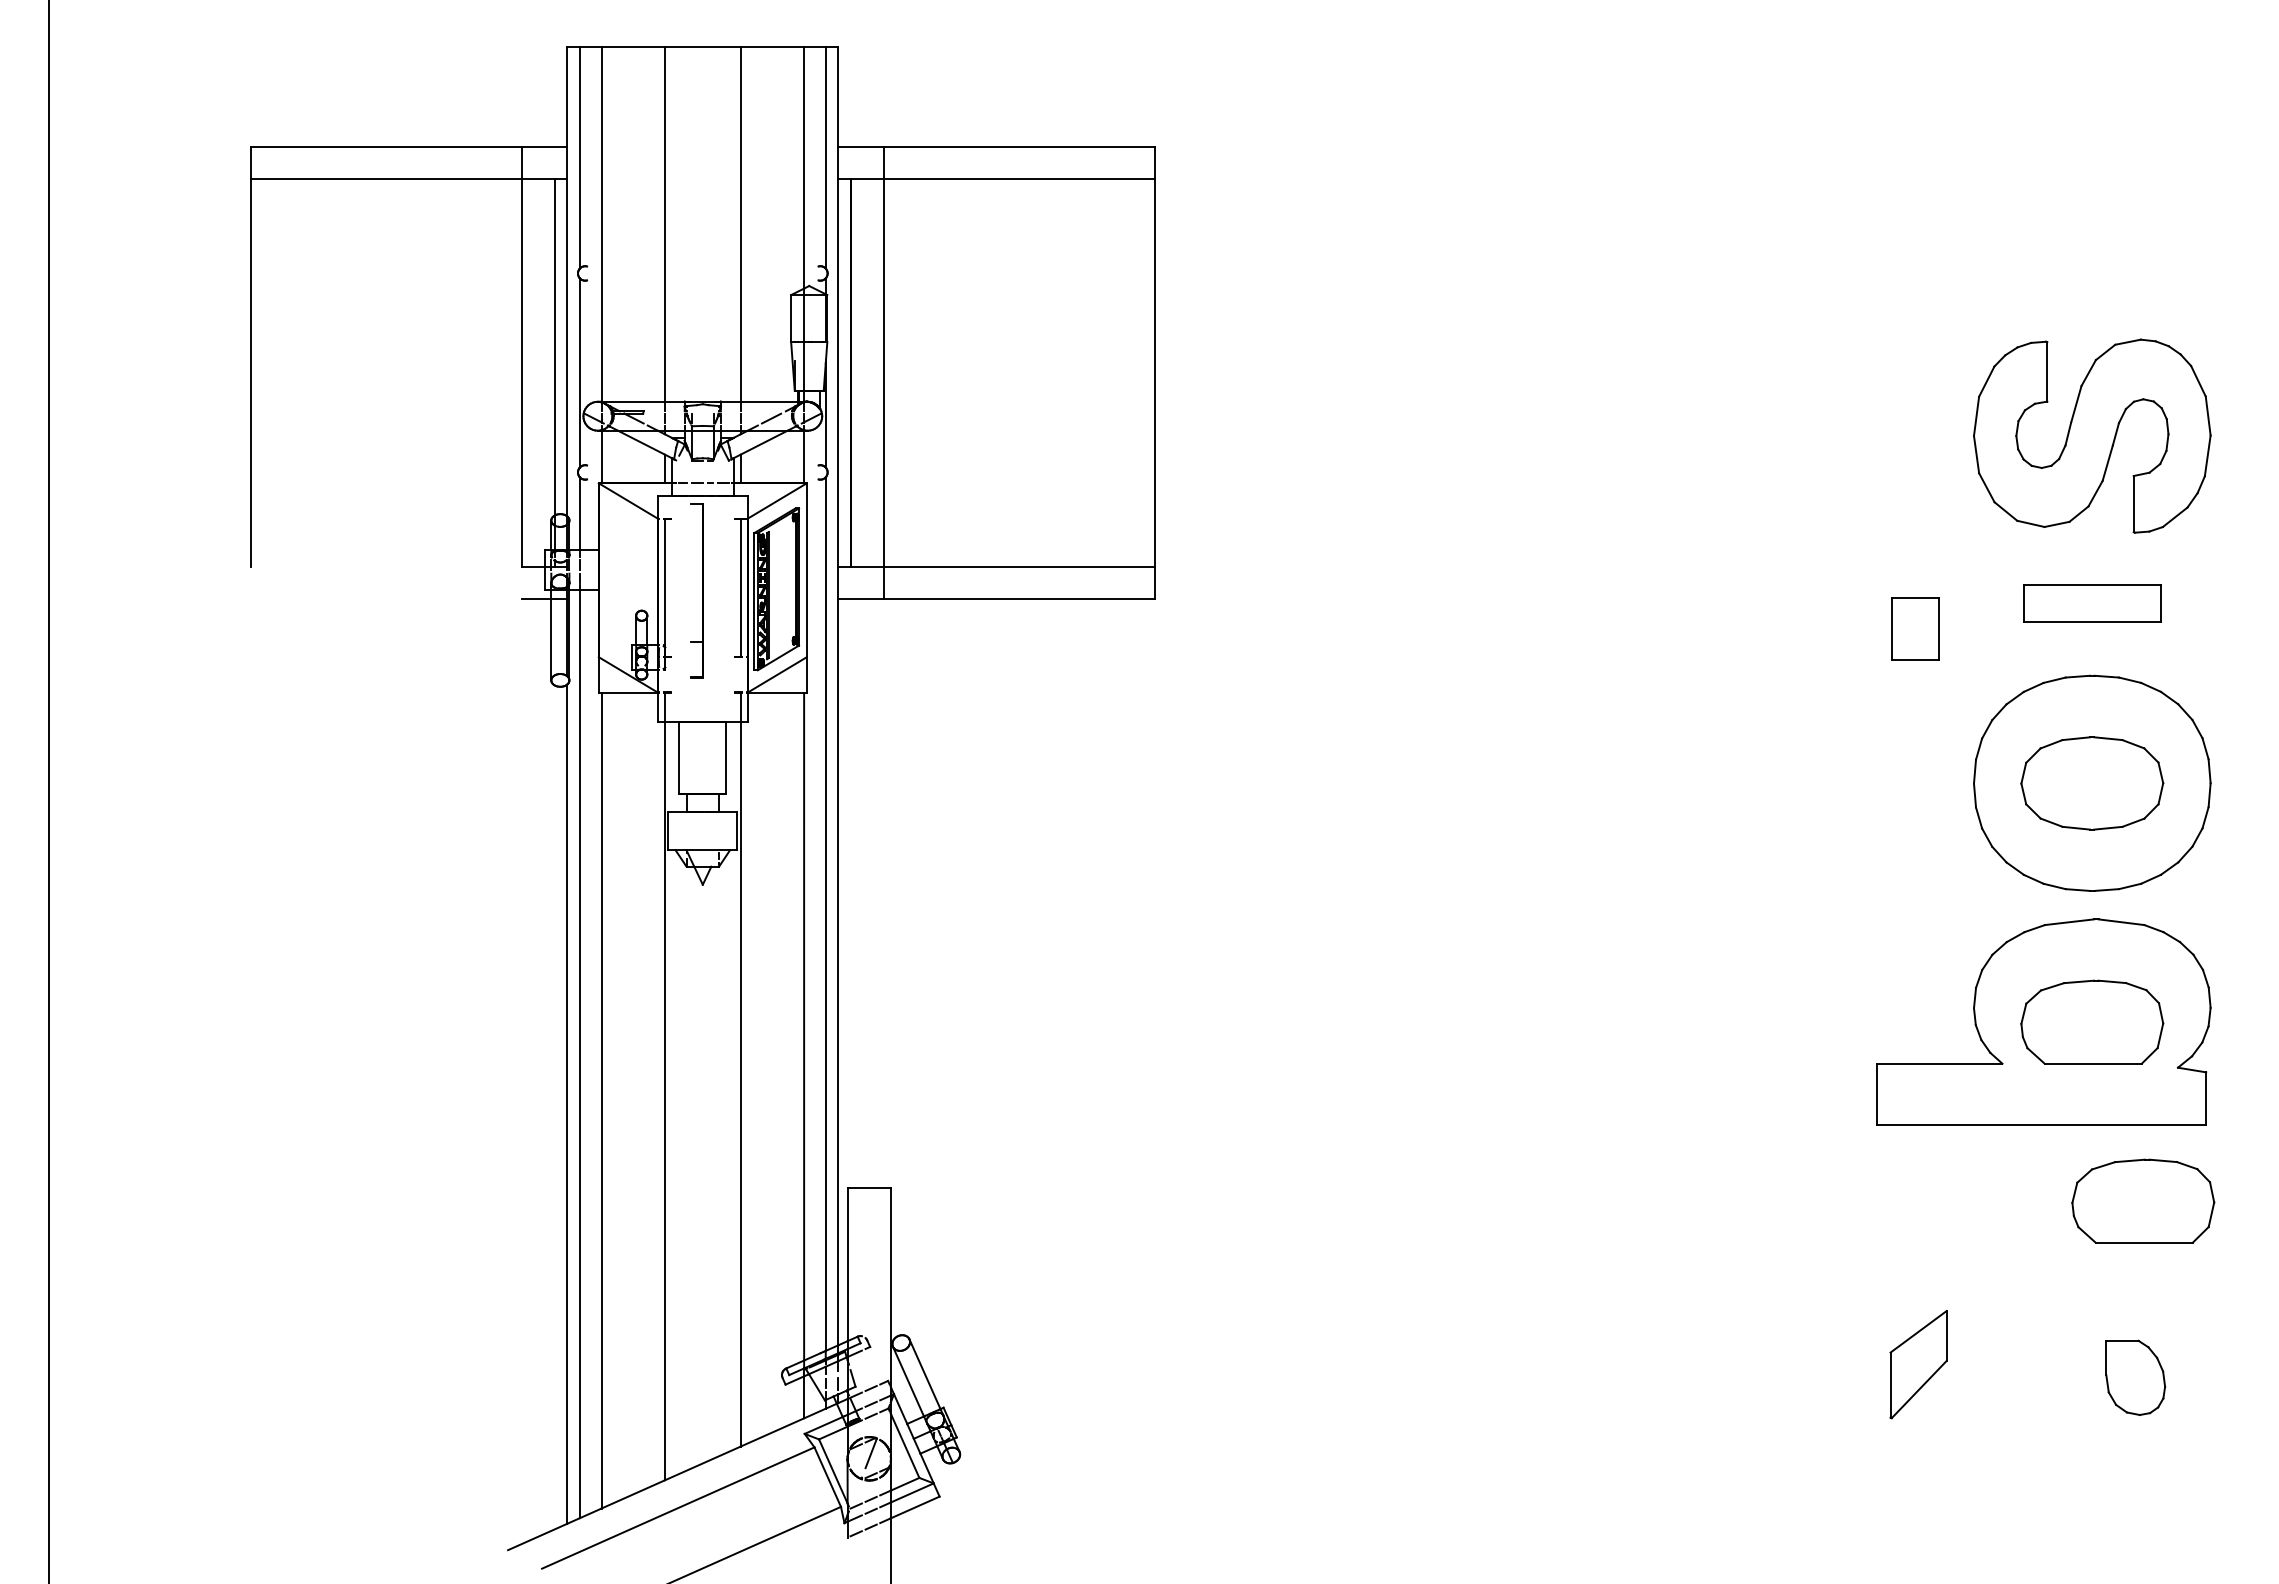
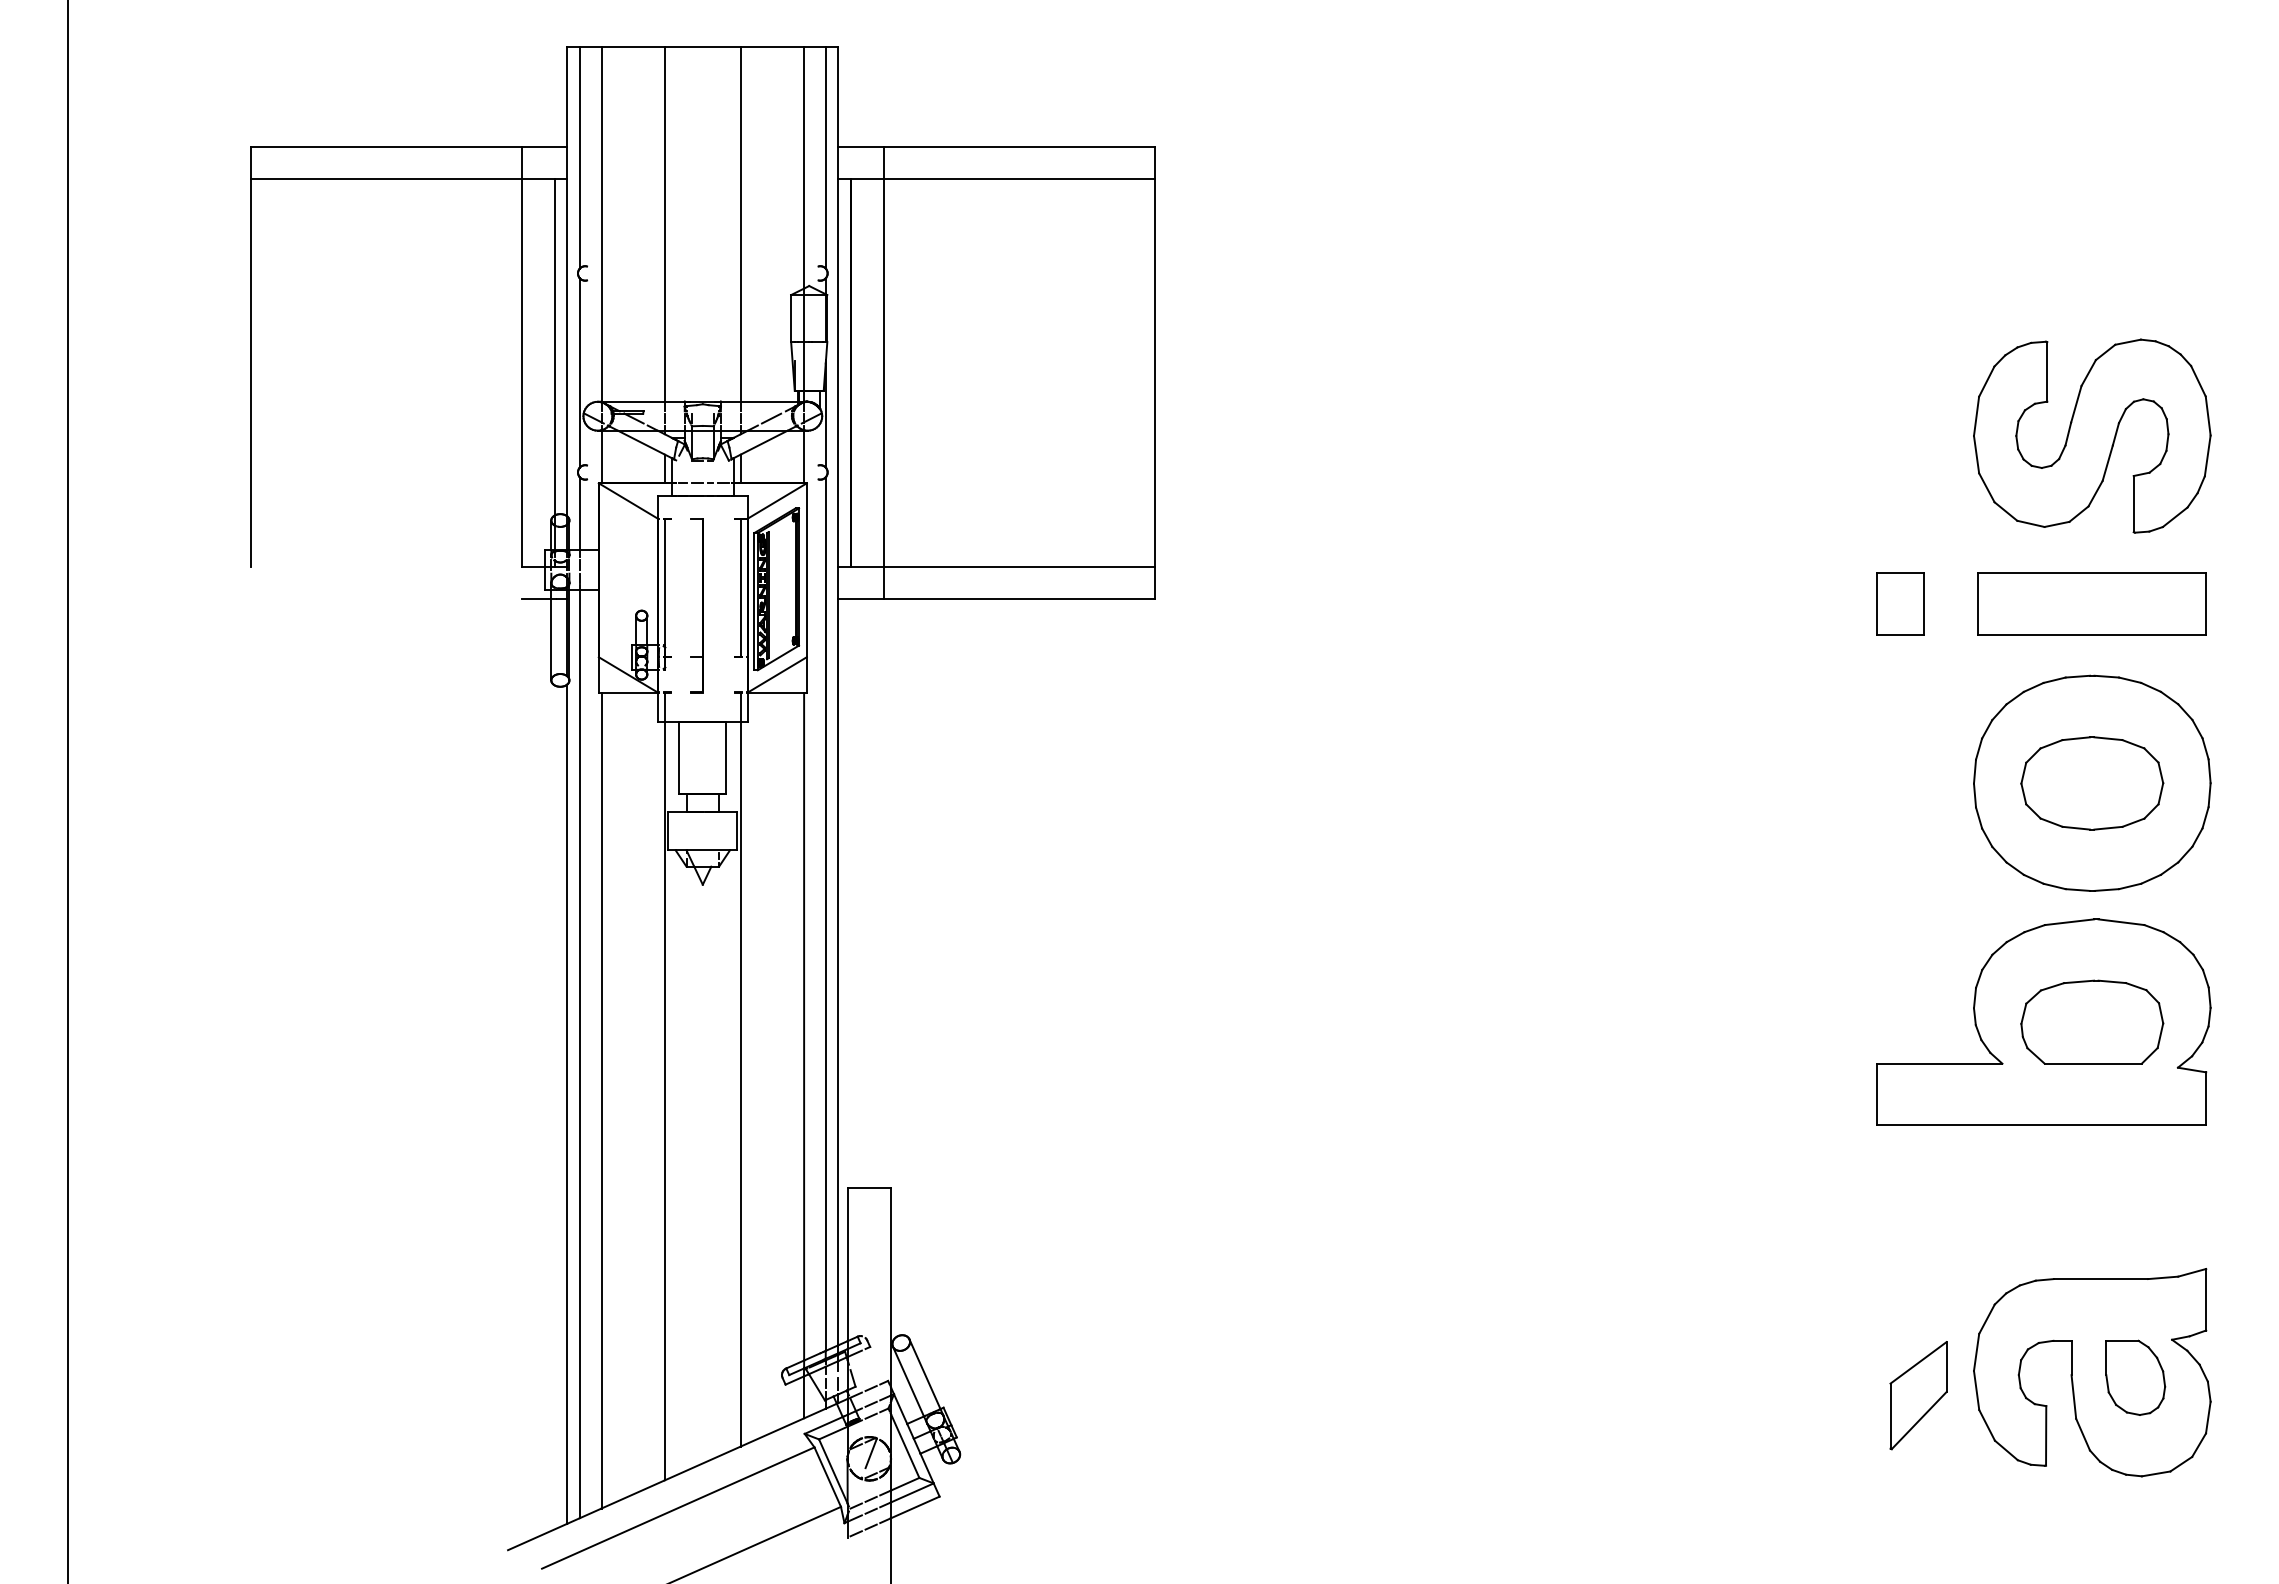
part at (696, 590) position: (696, 590) -> (696, 605)
part at (2092, 603) size: 139x39 px -> 230x64 px
part at (1915, 628) position: (1915, 628) -> (1900, 603)
line at (49, 791) position: (49, 791) -> (68, 791)
part at (2143, 1200): present -> none
part at (1918, 1364) position: (1918, 1364) -> (1918, 1395)
part at (2092, 1372): none -> present
